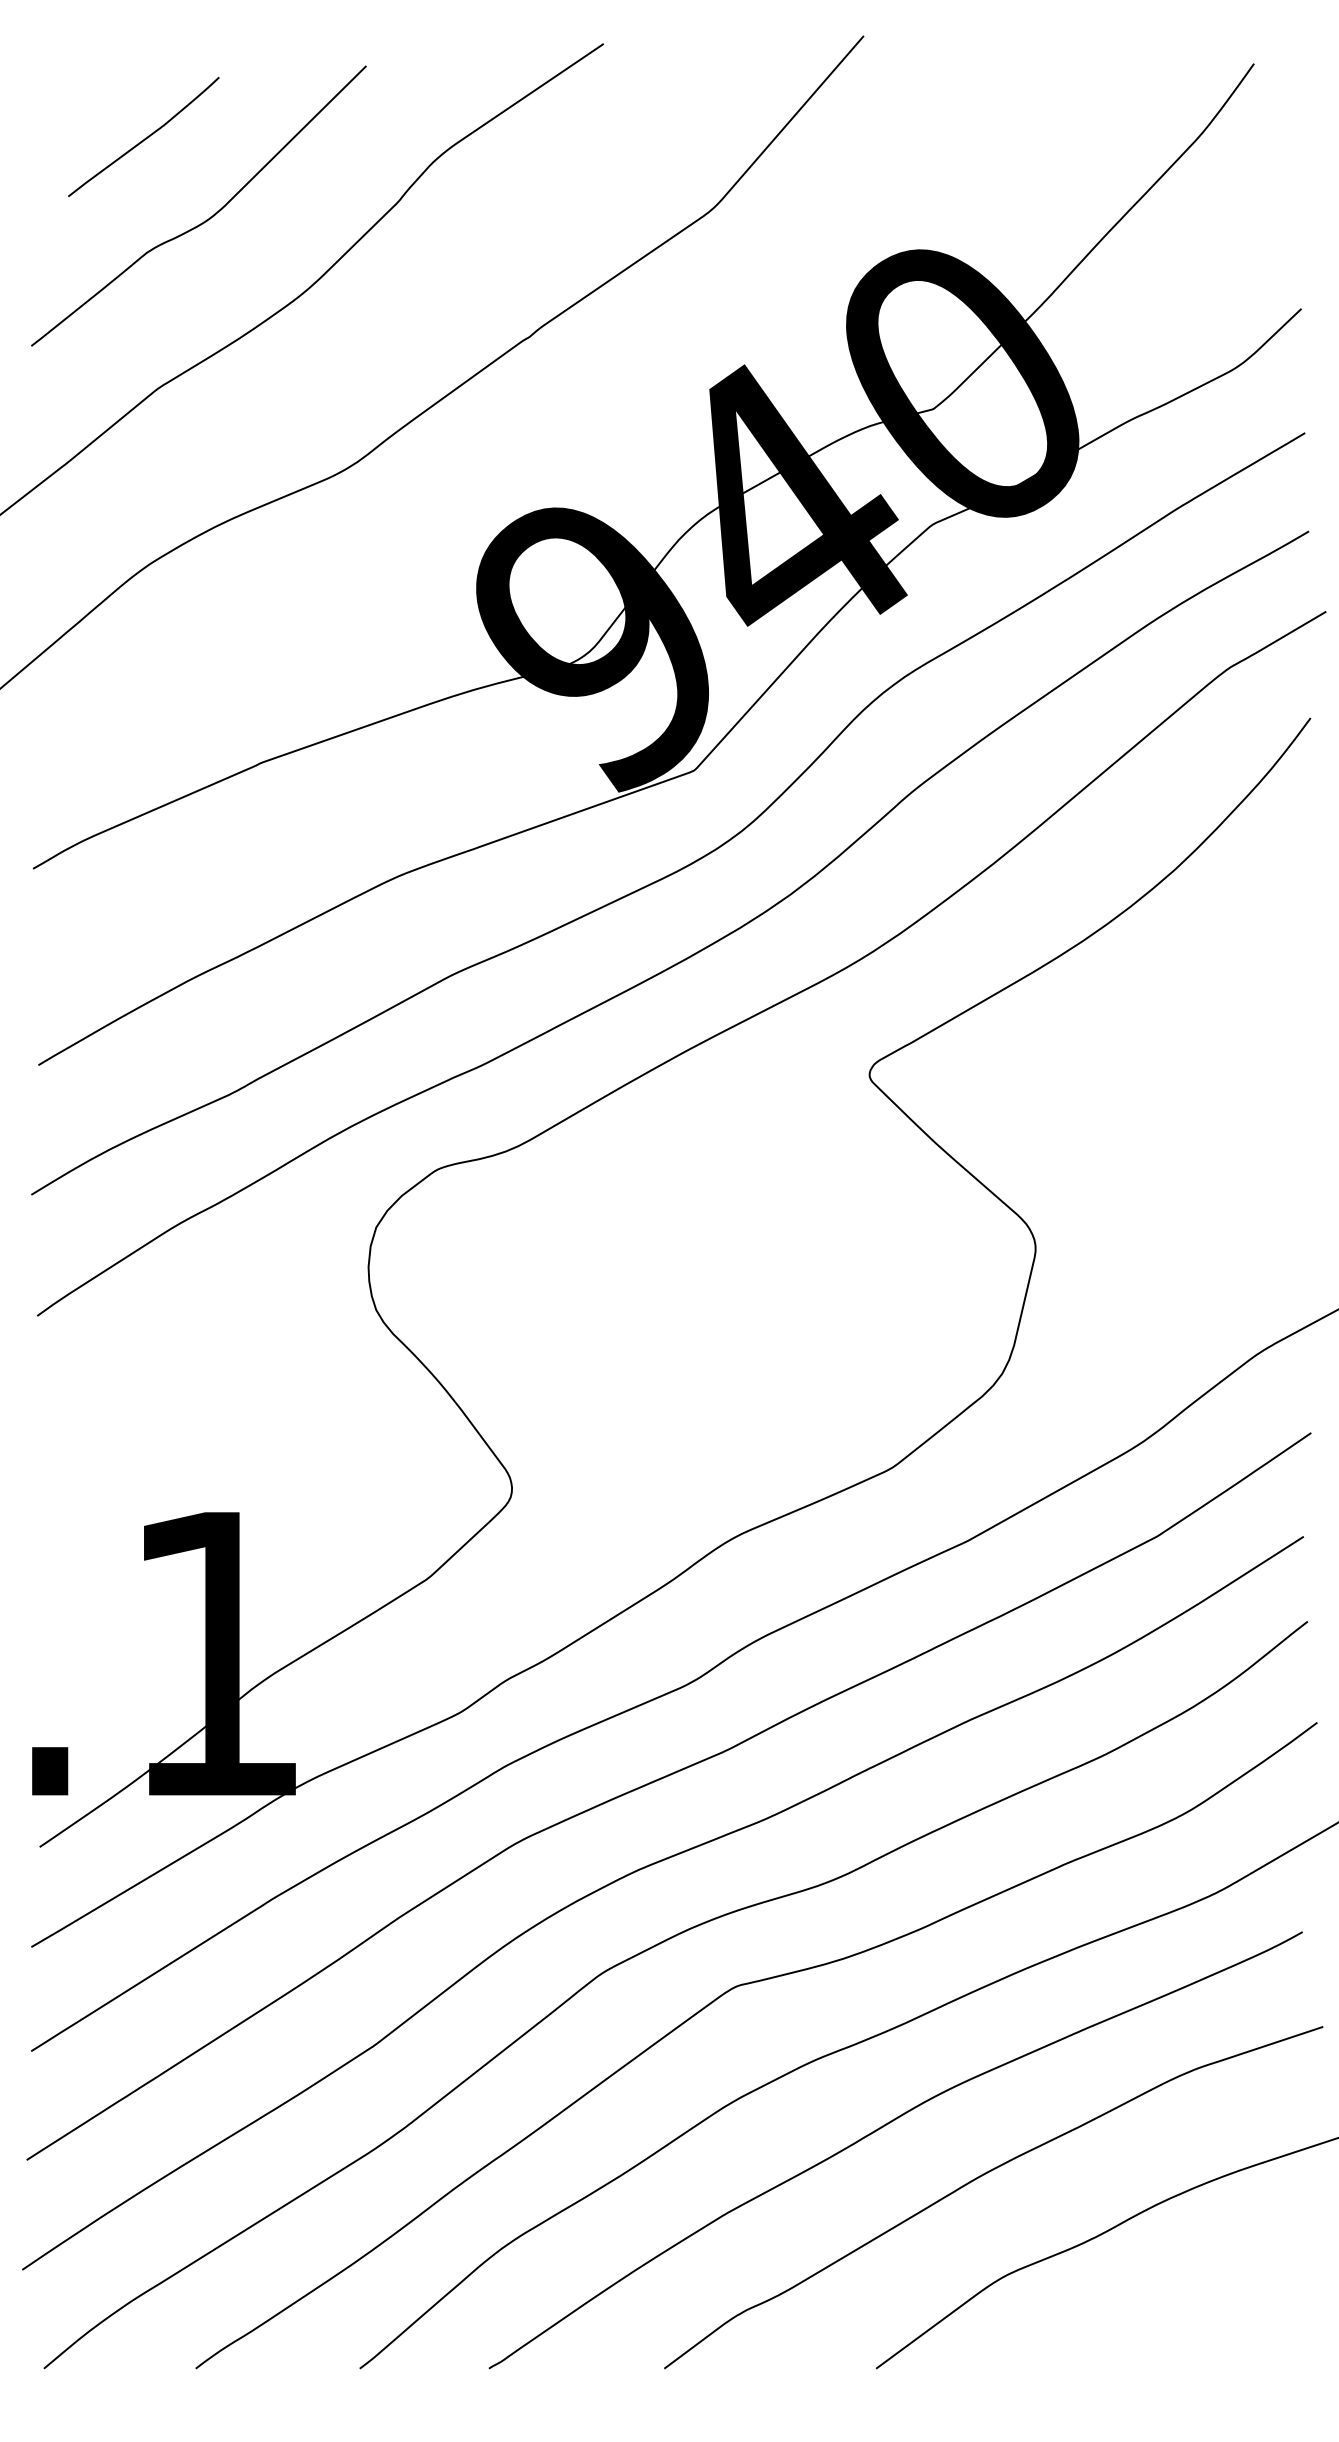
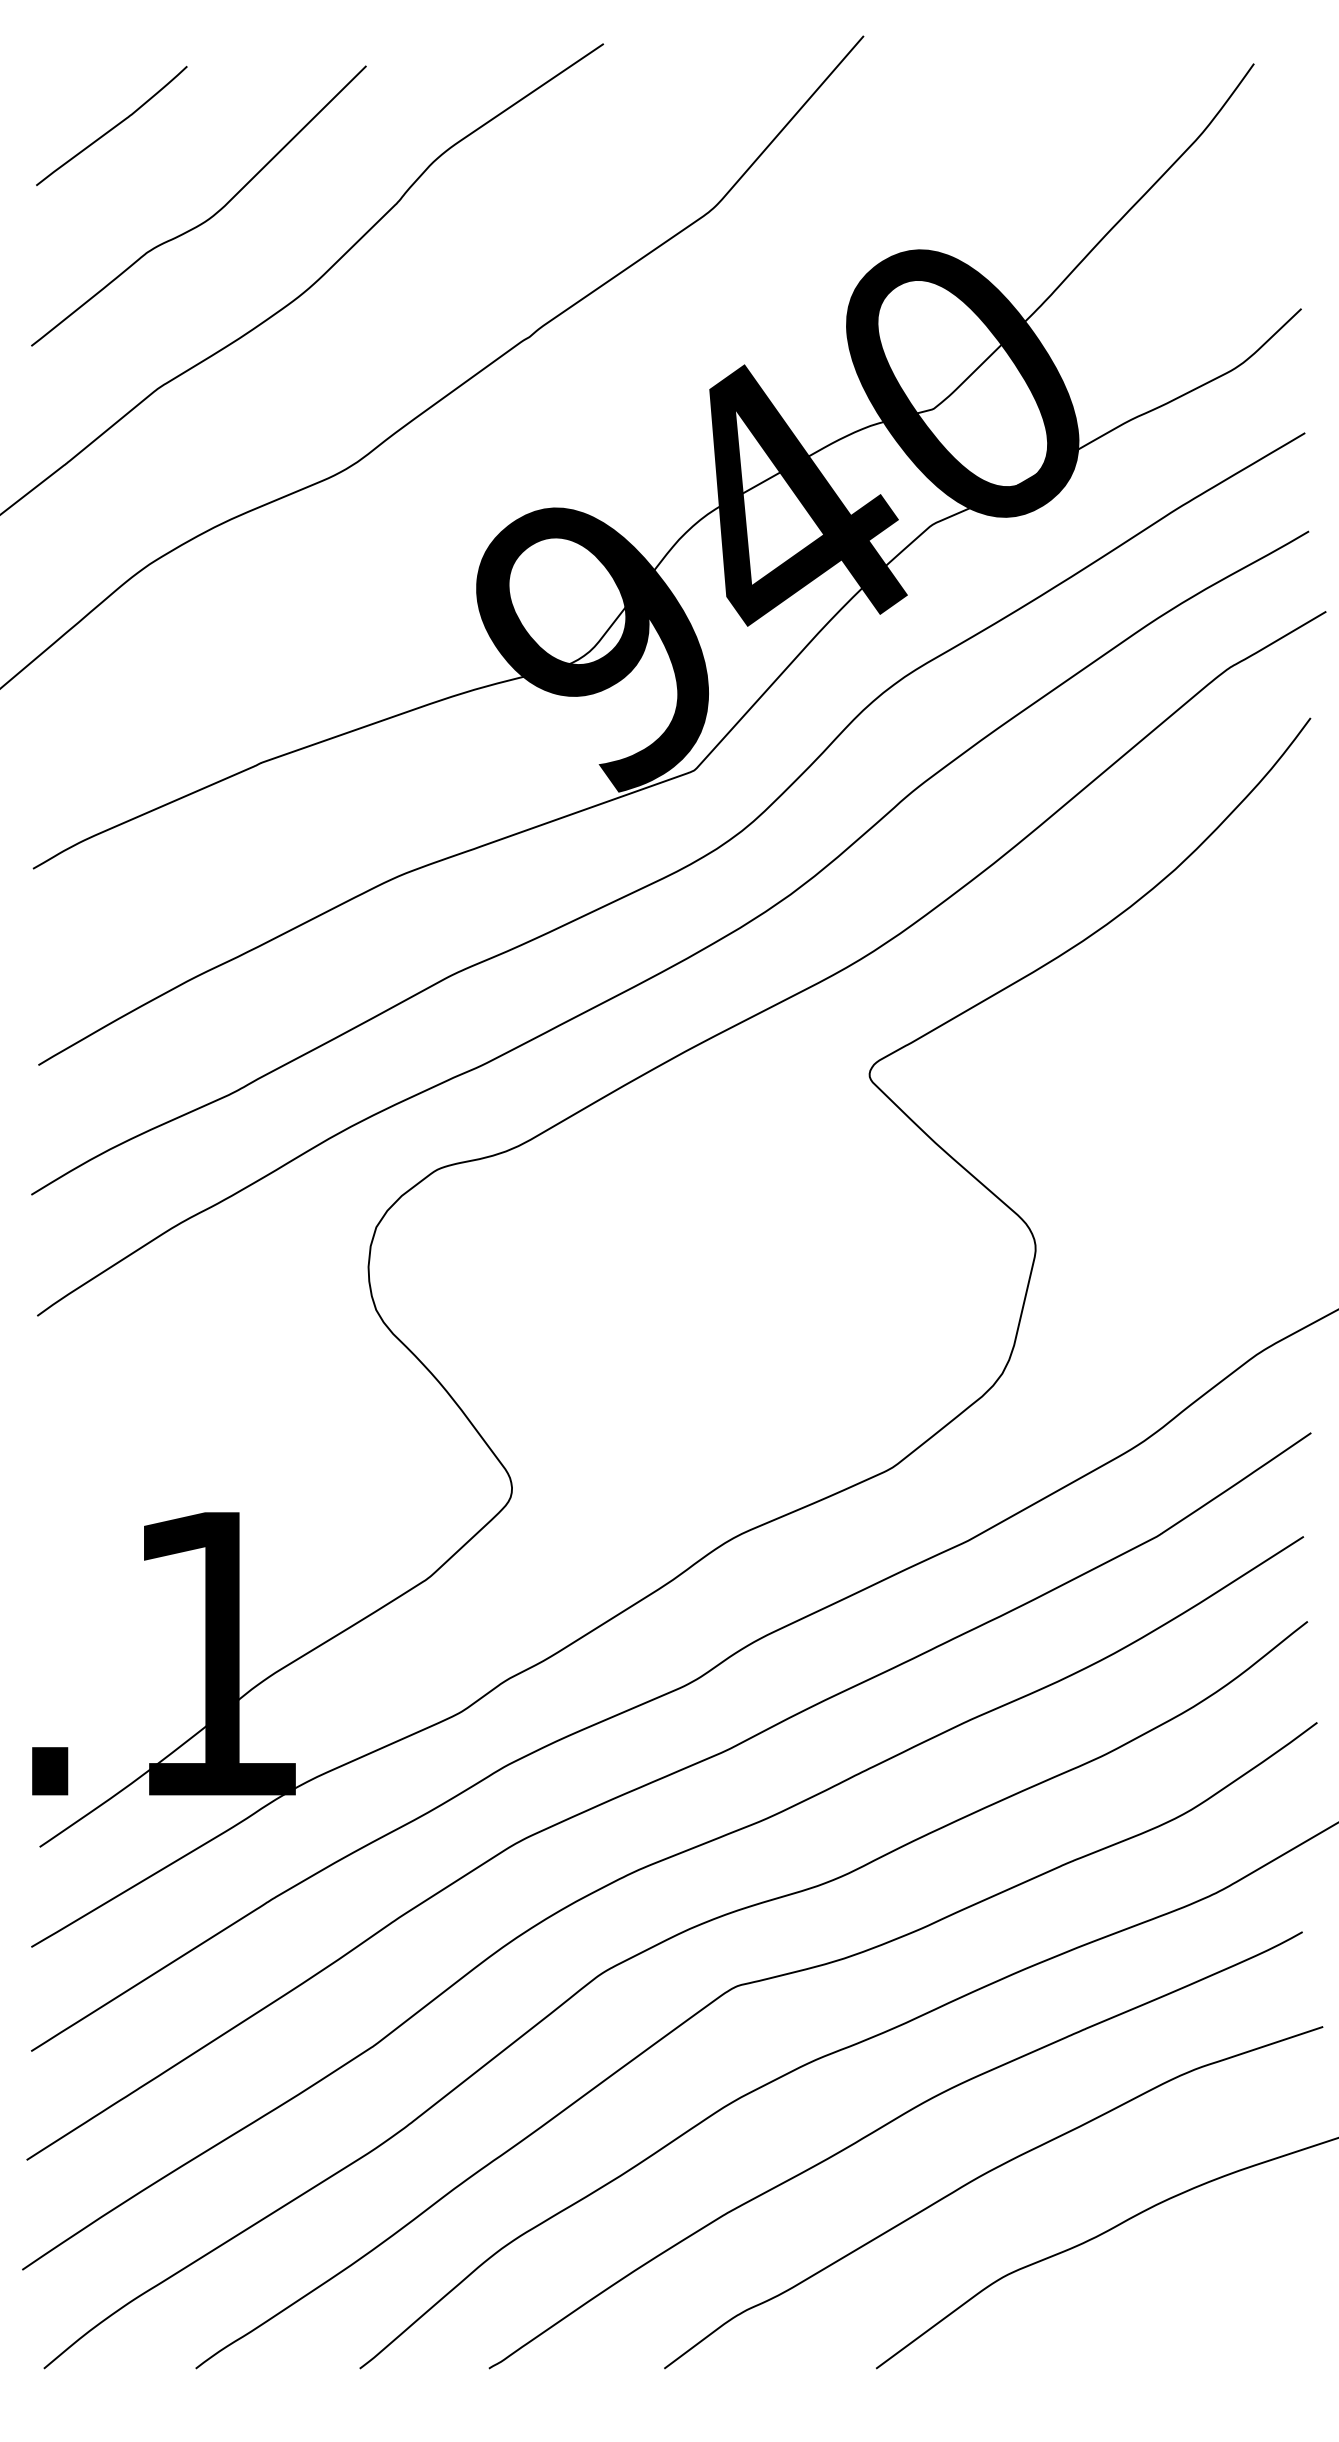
curve at (145, 137) position: (145, 137) -> (113, 126)
